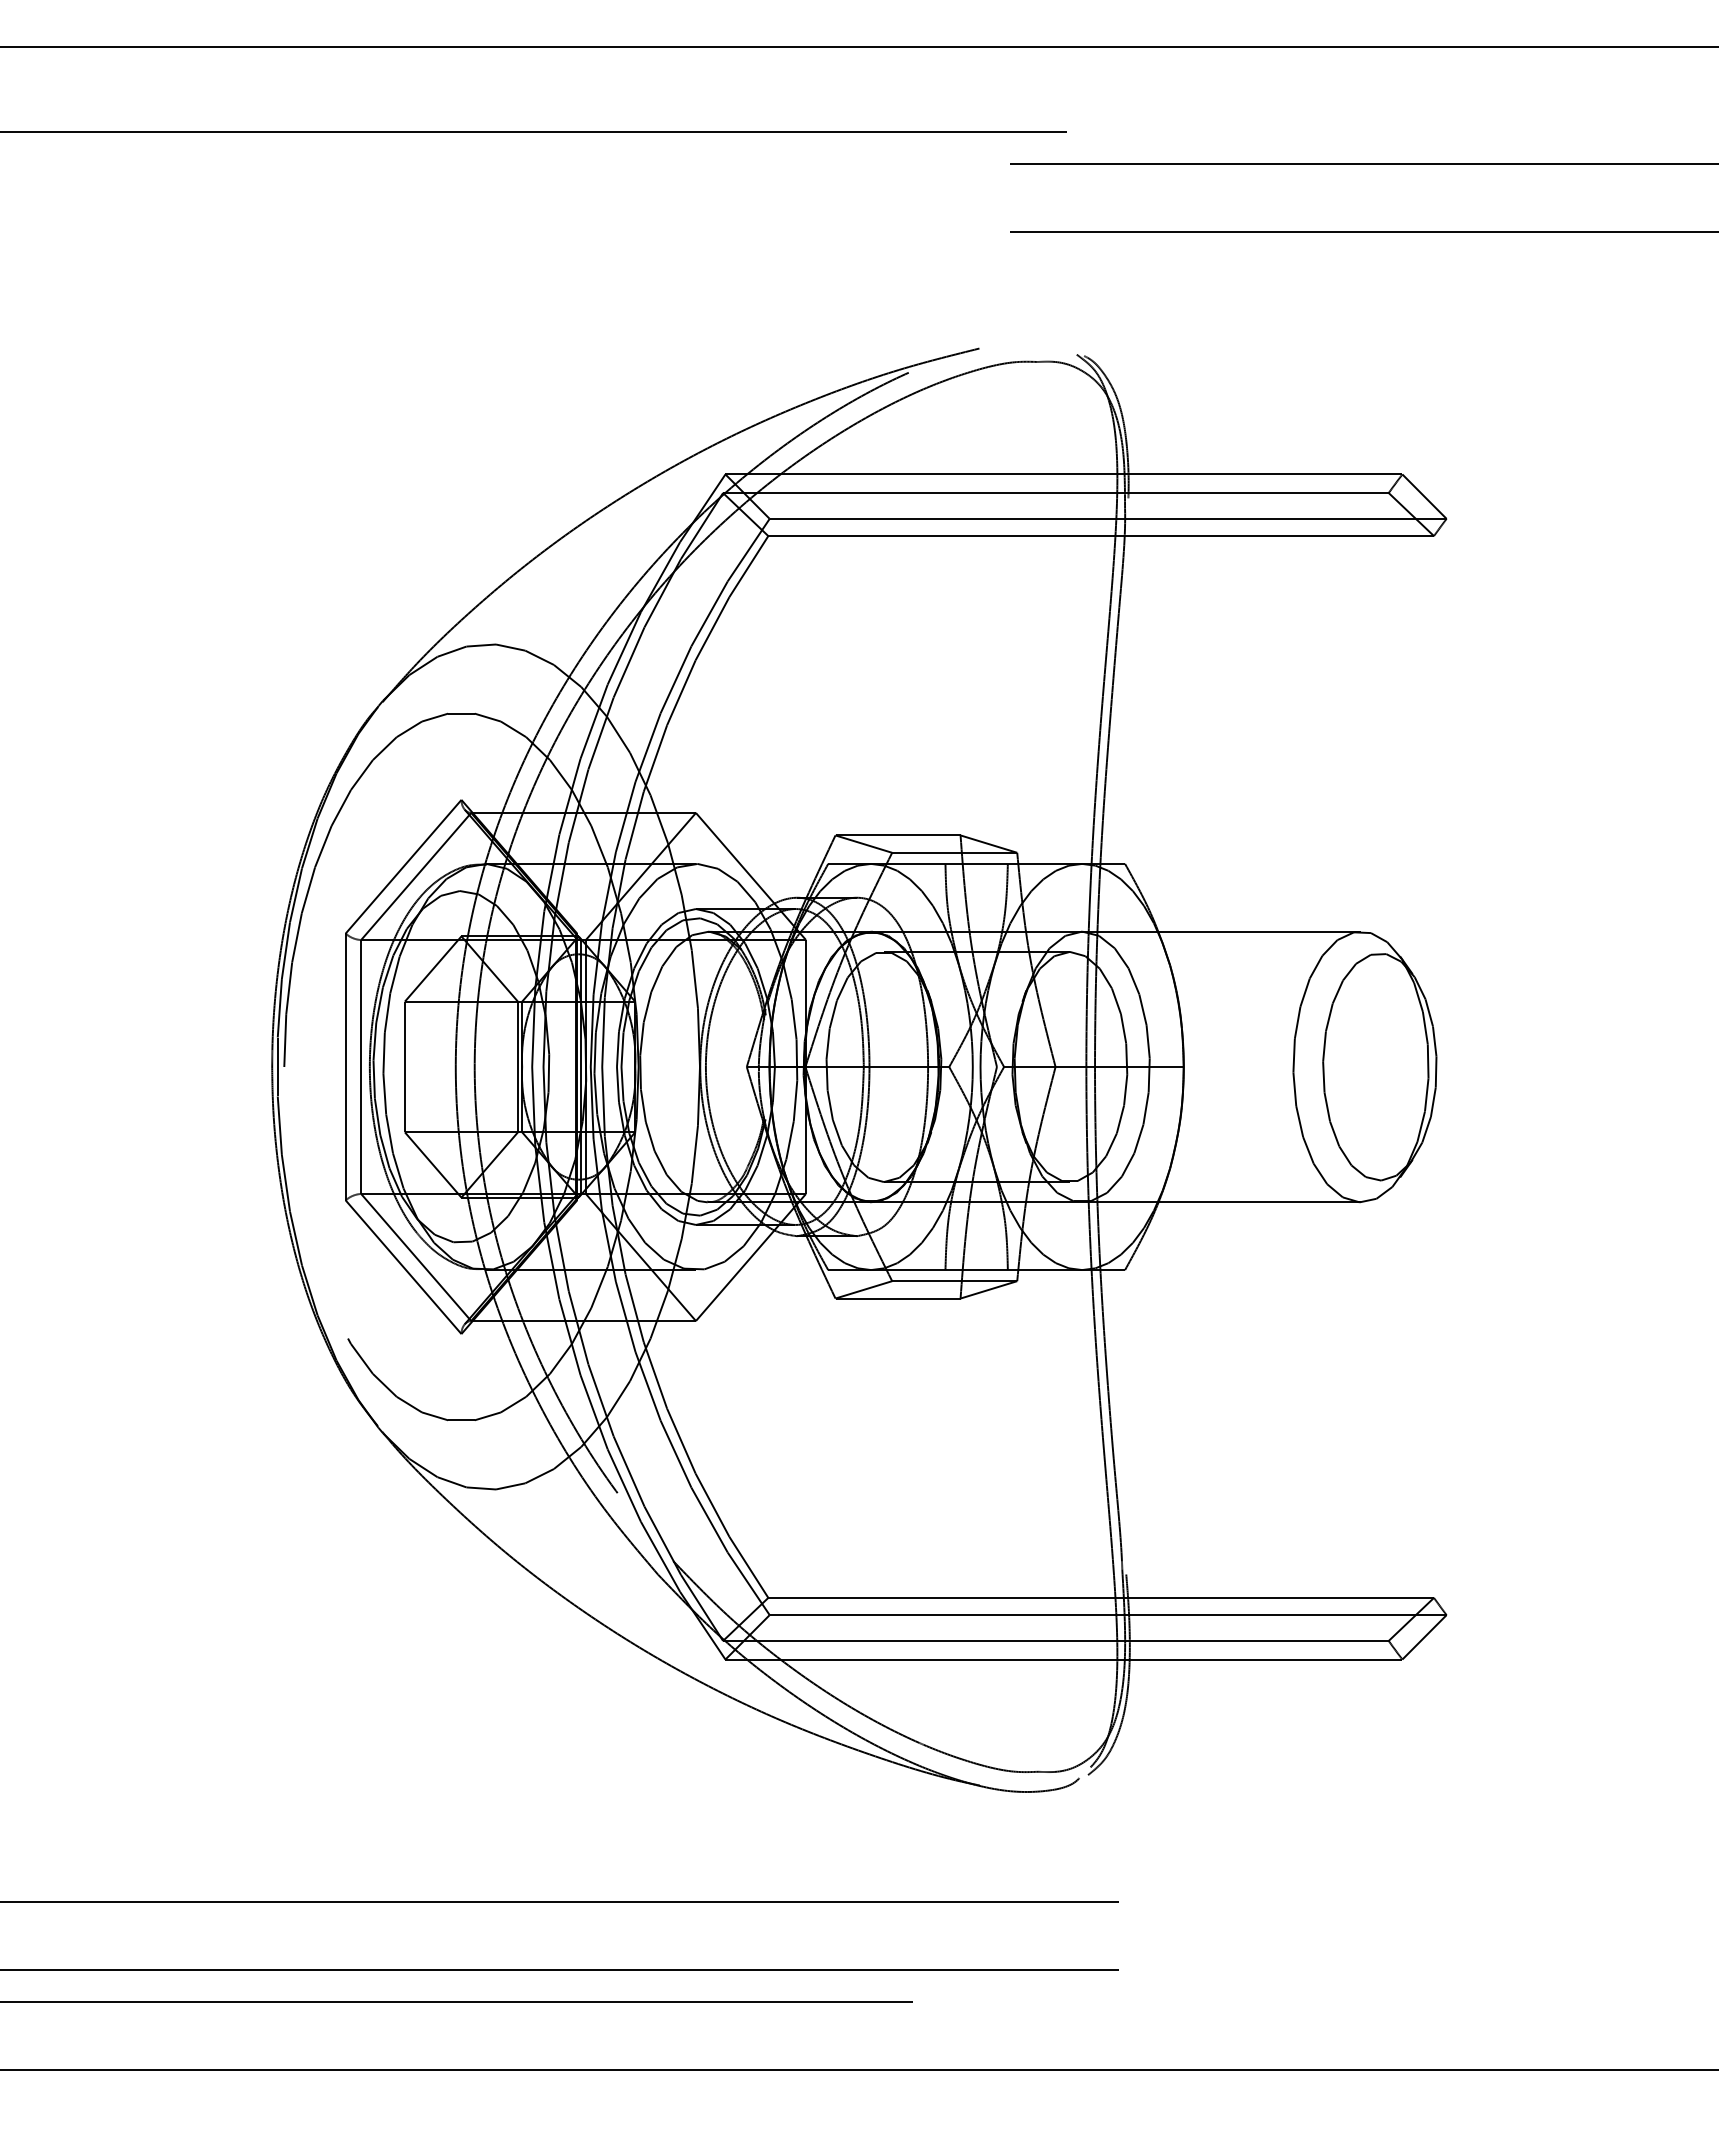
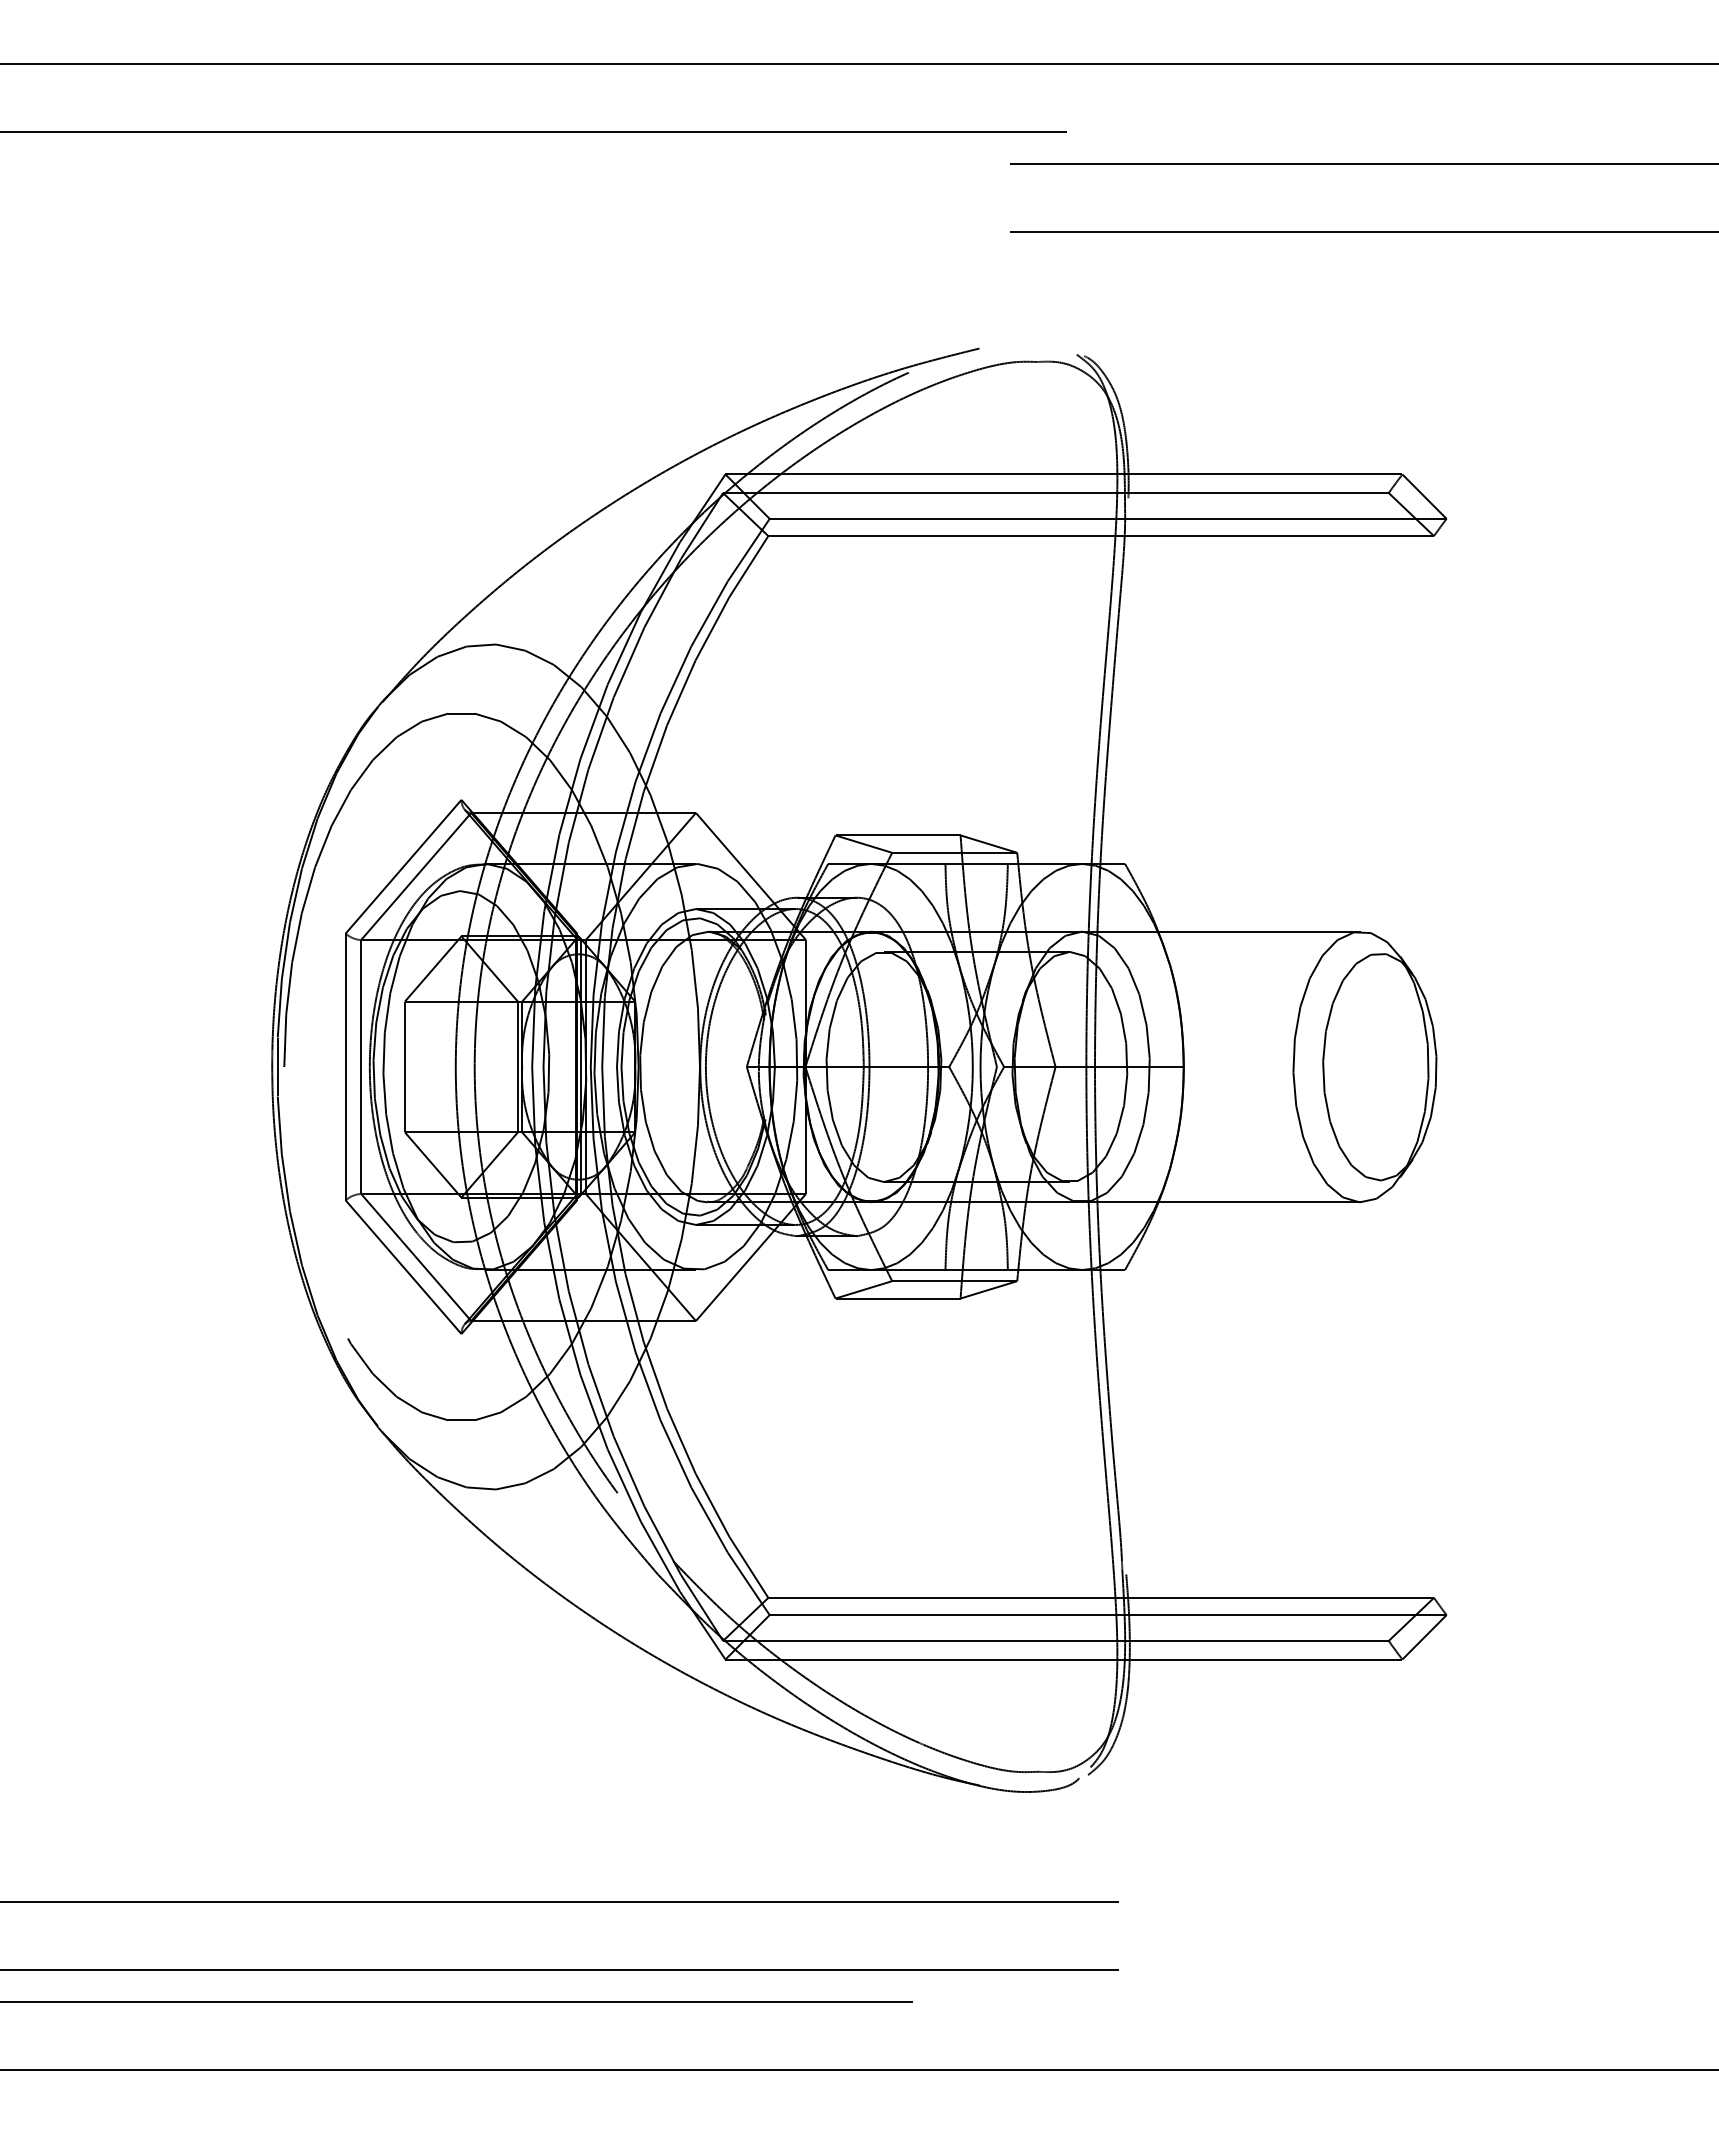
line at (858, 47) position: (858, 47) -> (858, 64)
